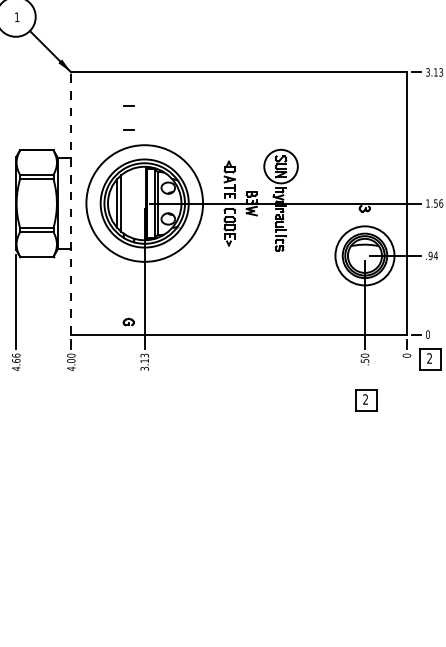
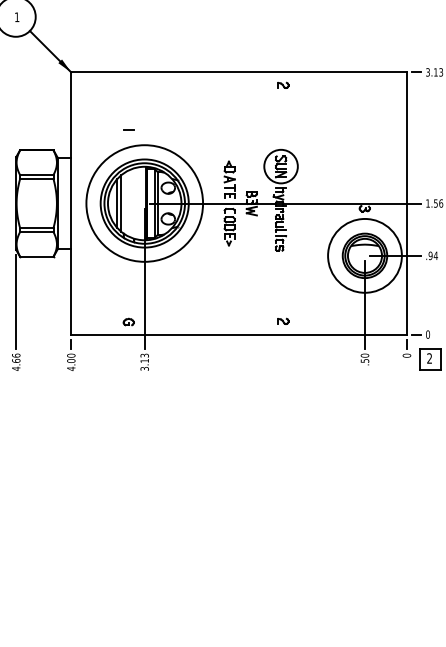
part at (283, 84): none -> present
line at (128, 105): present -> none
line at (71, 203): dashed -> solid
circle at (364, 255) diameter: 59 px -> 74 px
part at (283, 320): none -> present
part at (366, 400): present -> none
